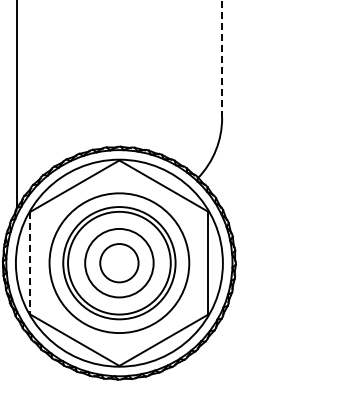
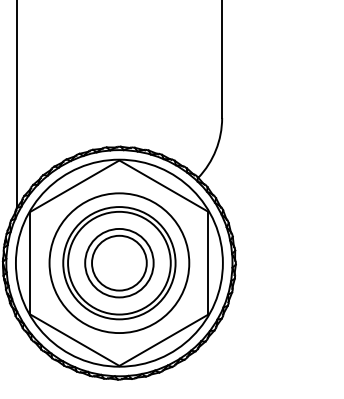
line at (222, 59): dashed -> solid
line at (30, 263): dashed -> solid
circle at (119, 263) diameter: 38 px -> 55 px
